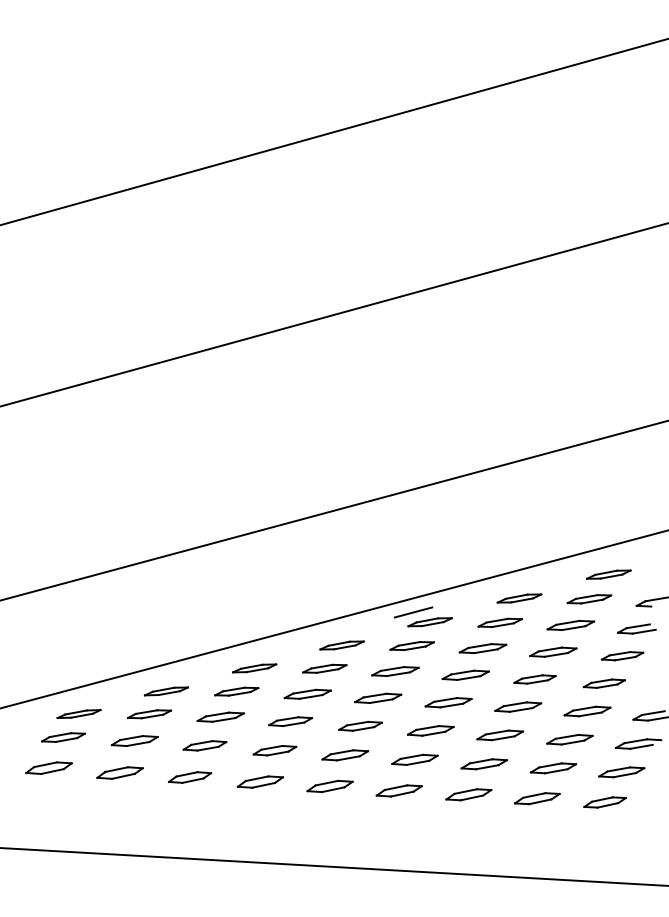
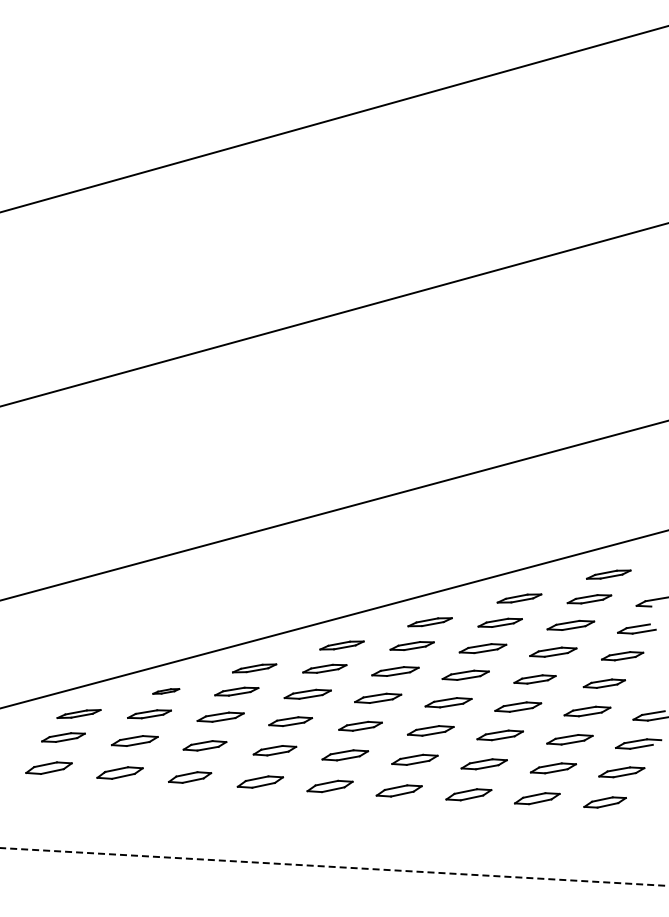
line at (333, 131) position: (333, 131) -> (333, 118)
line at (413, 612): present -> none
part at (165, 691) size: 46x11 px -> 29x7 px
line at (333, 866): solid -> dashed
